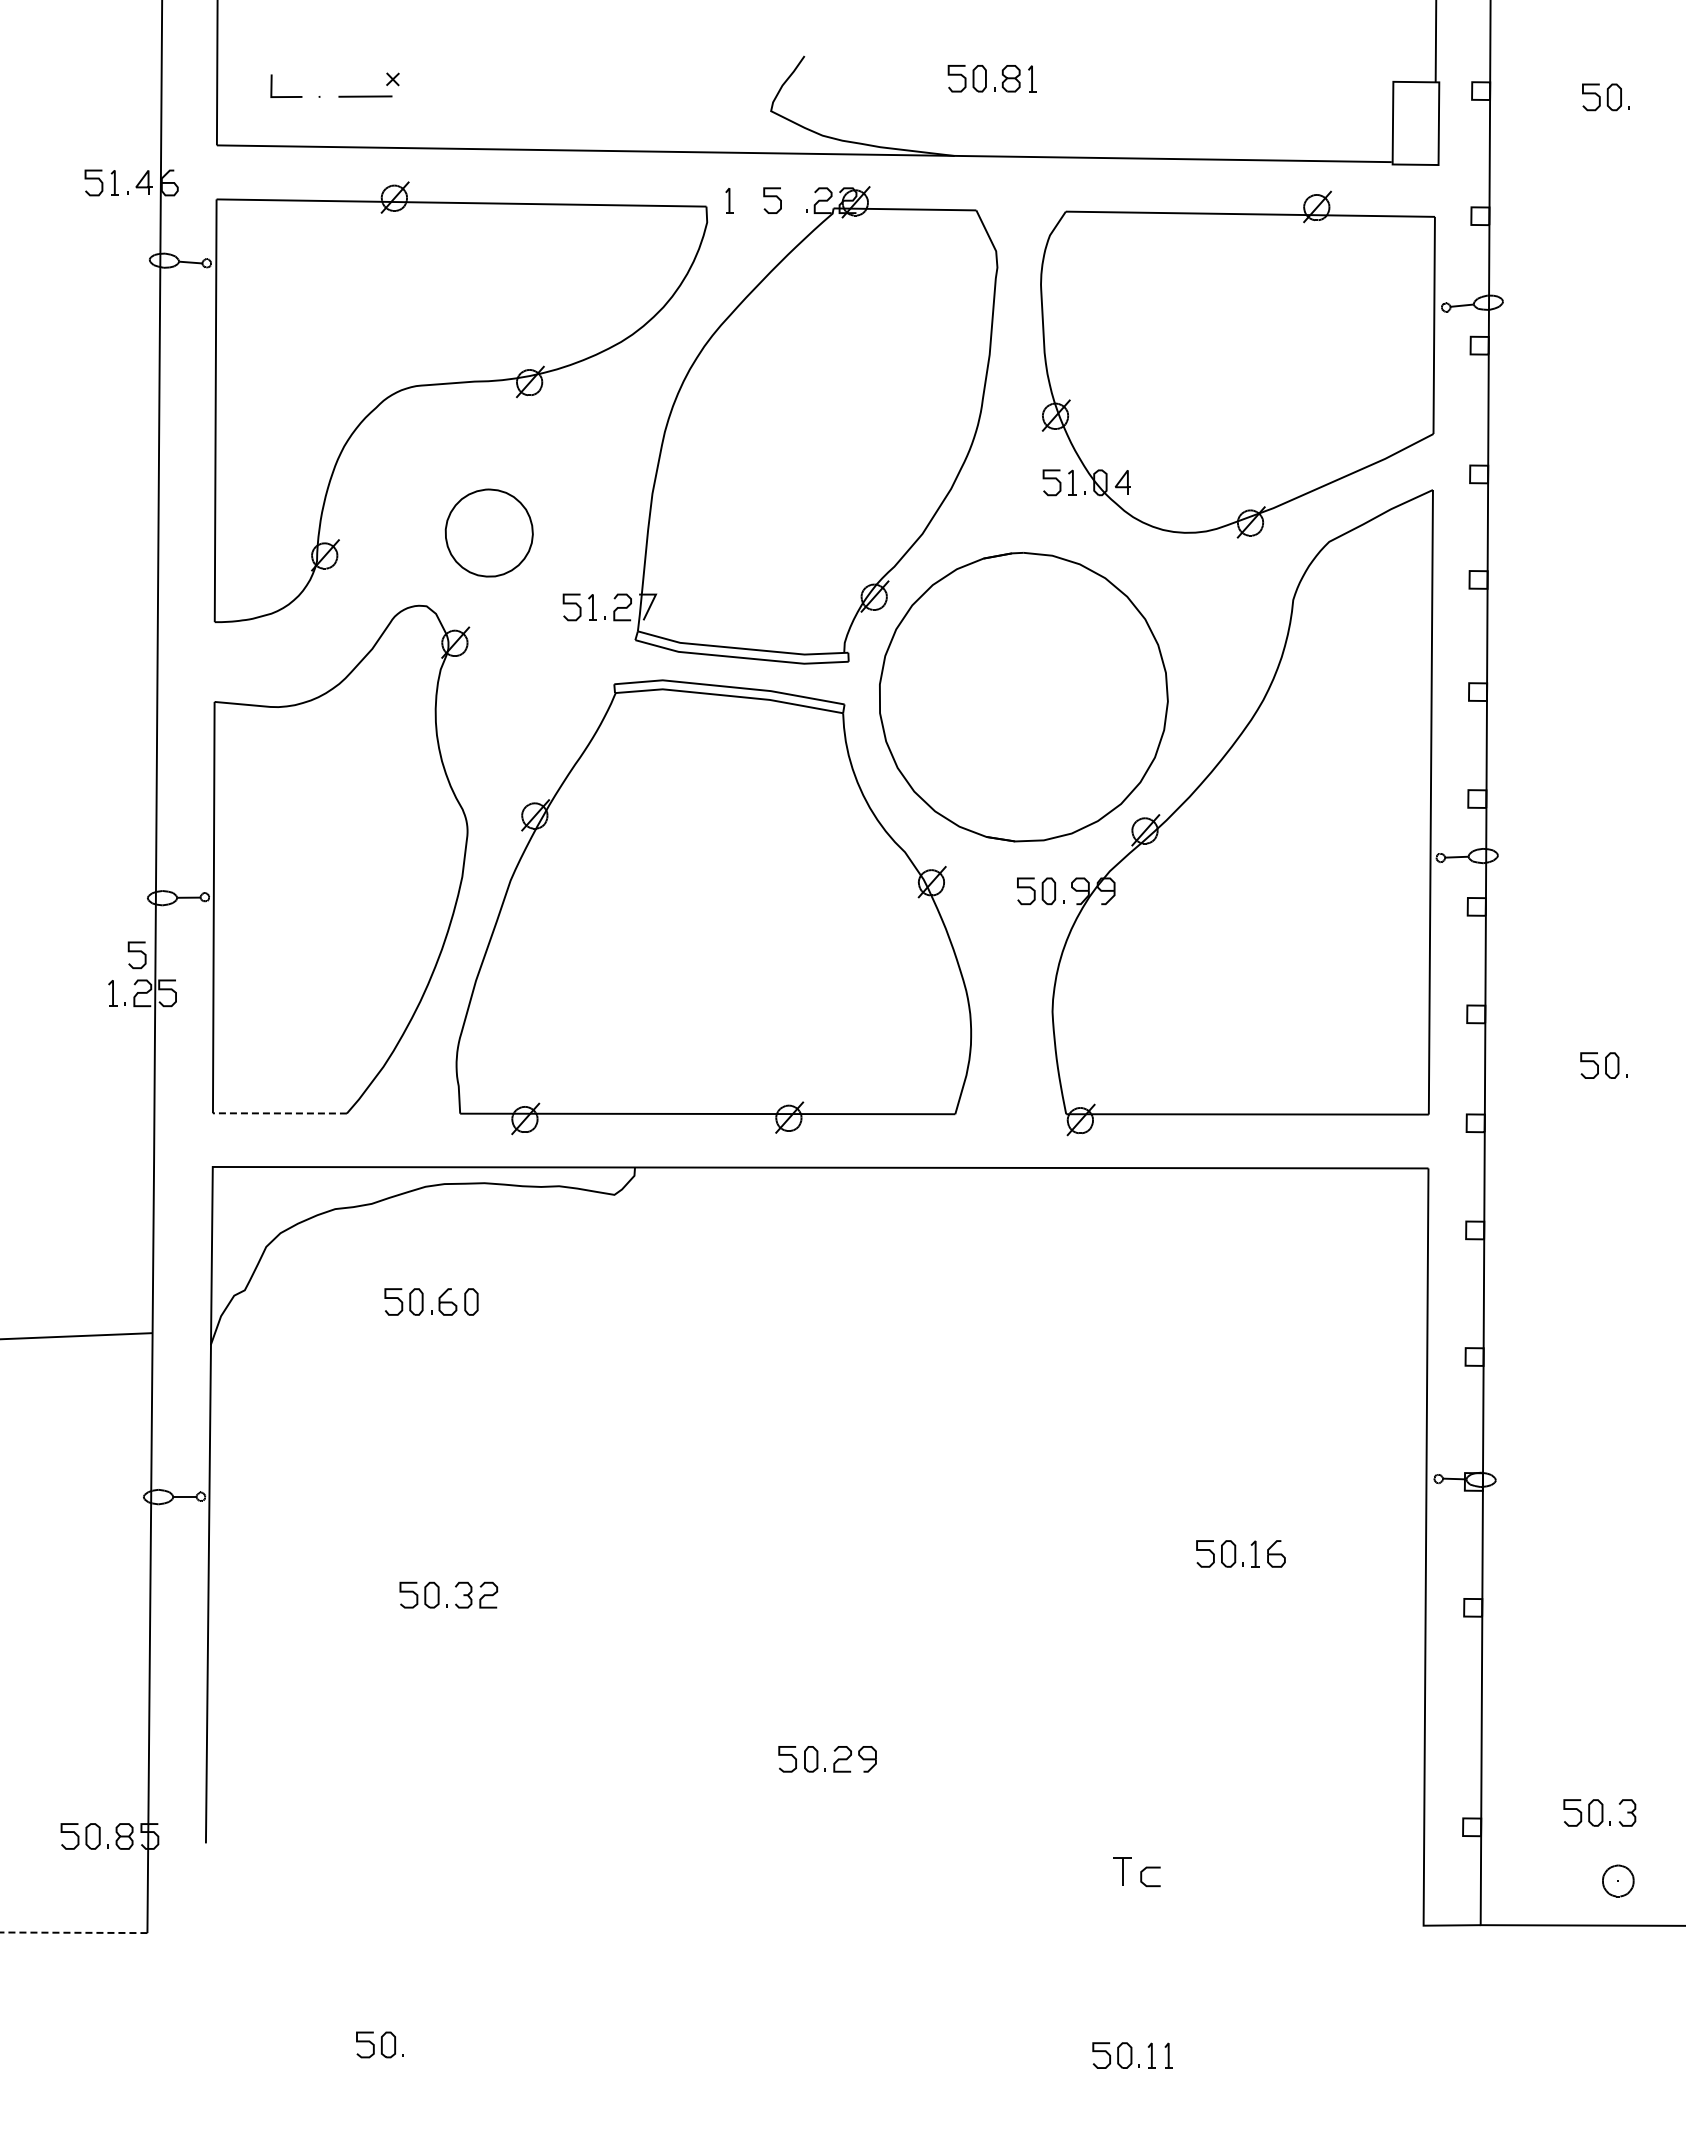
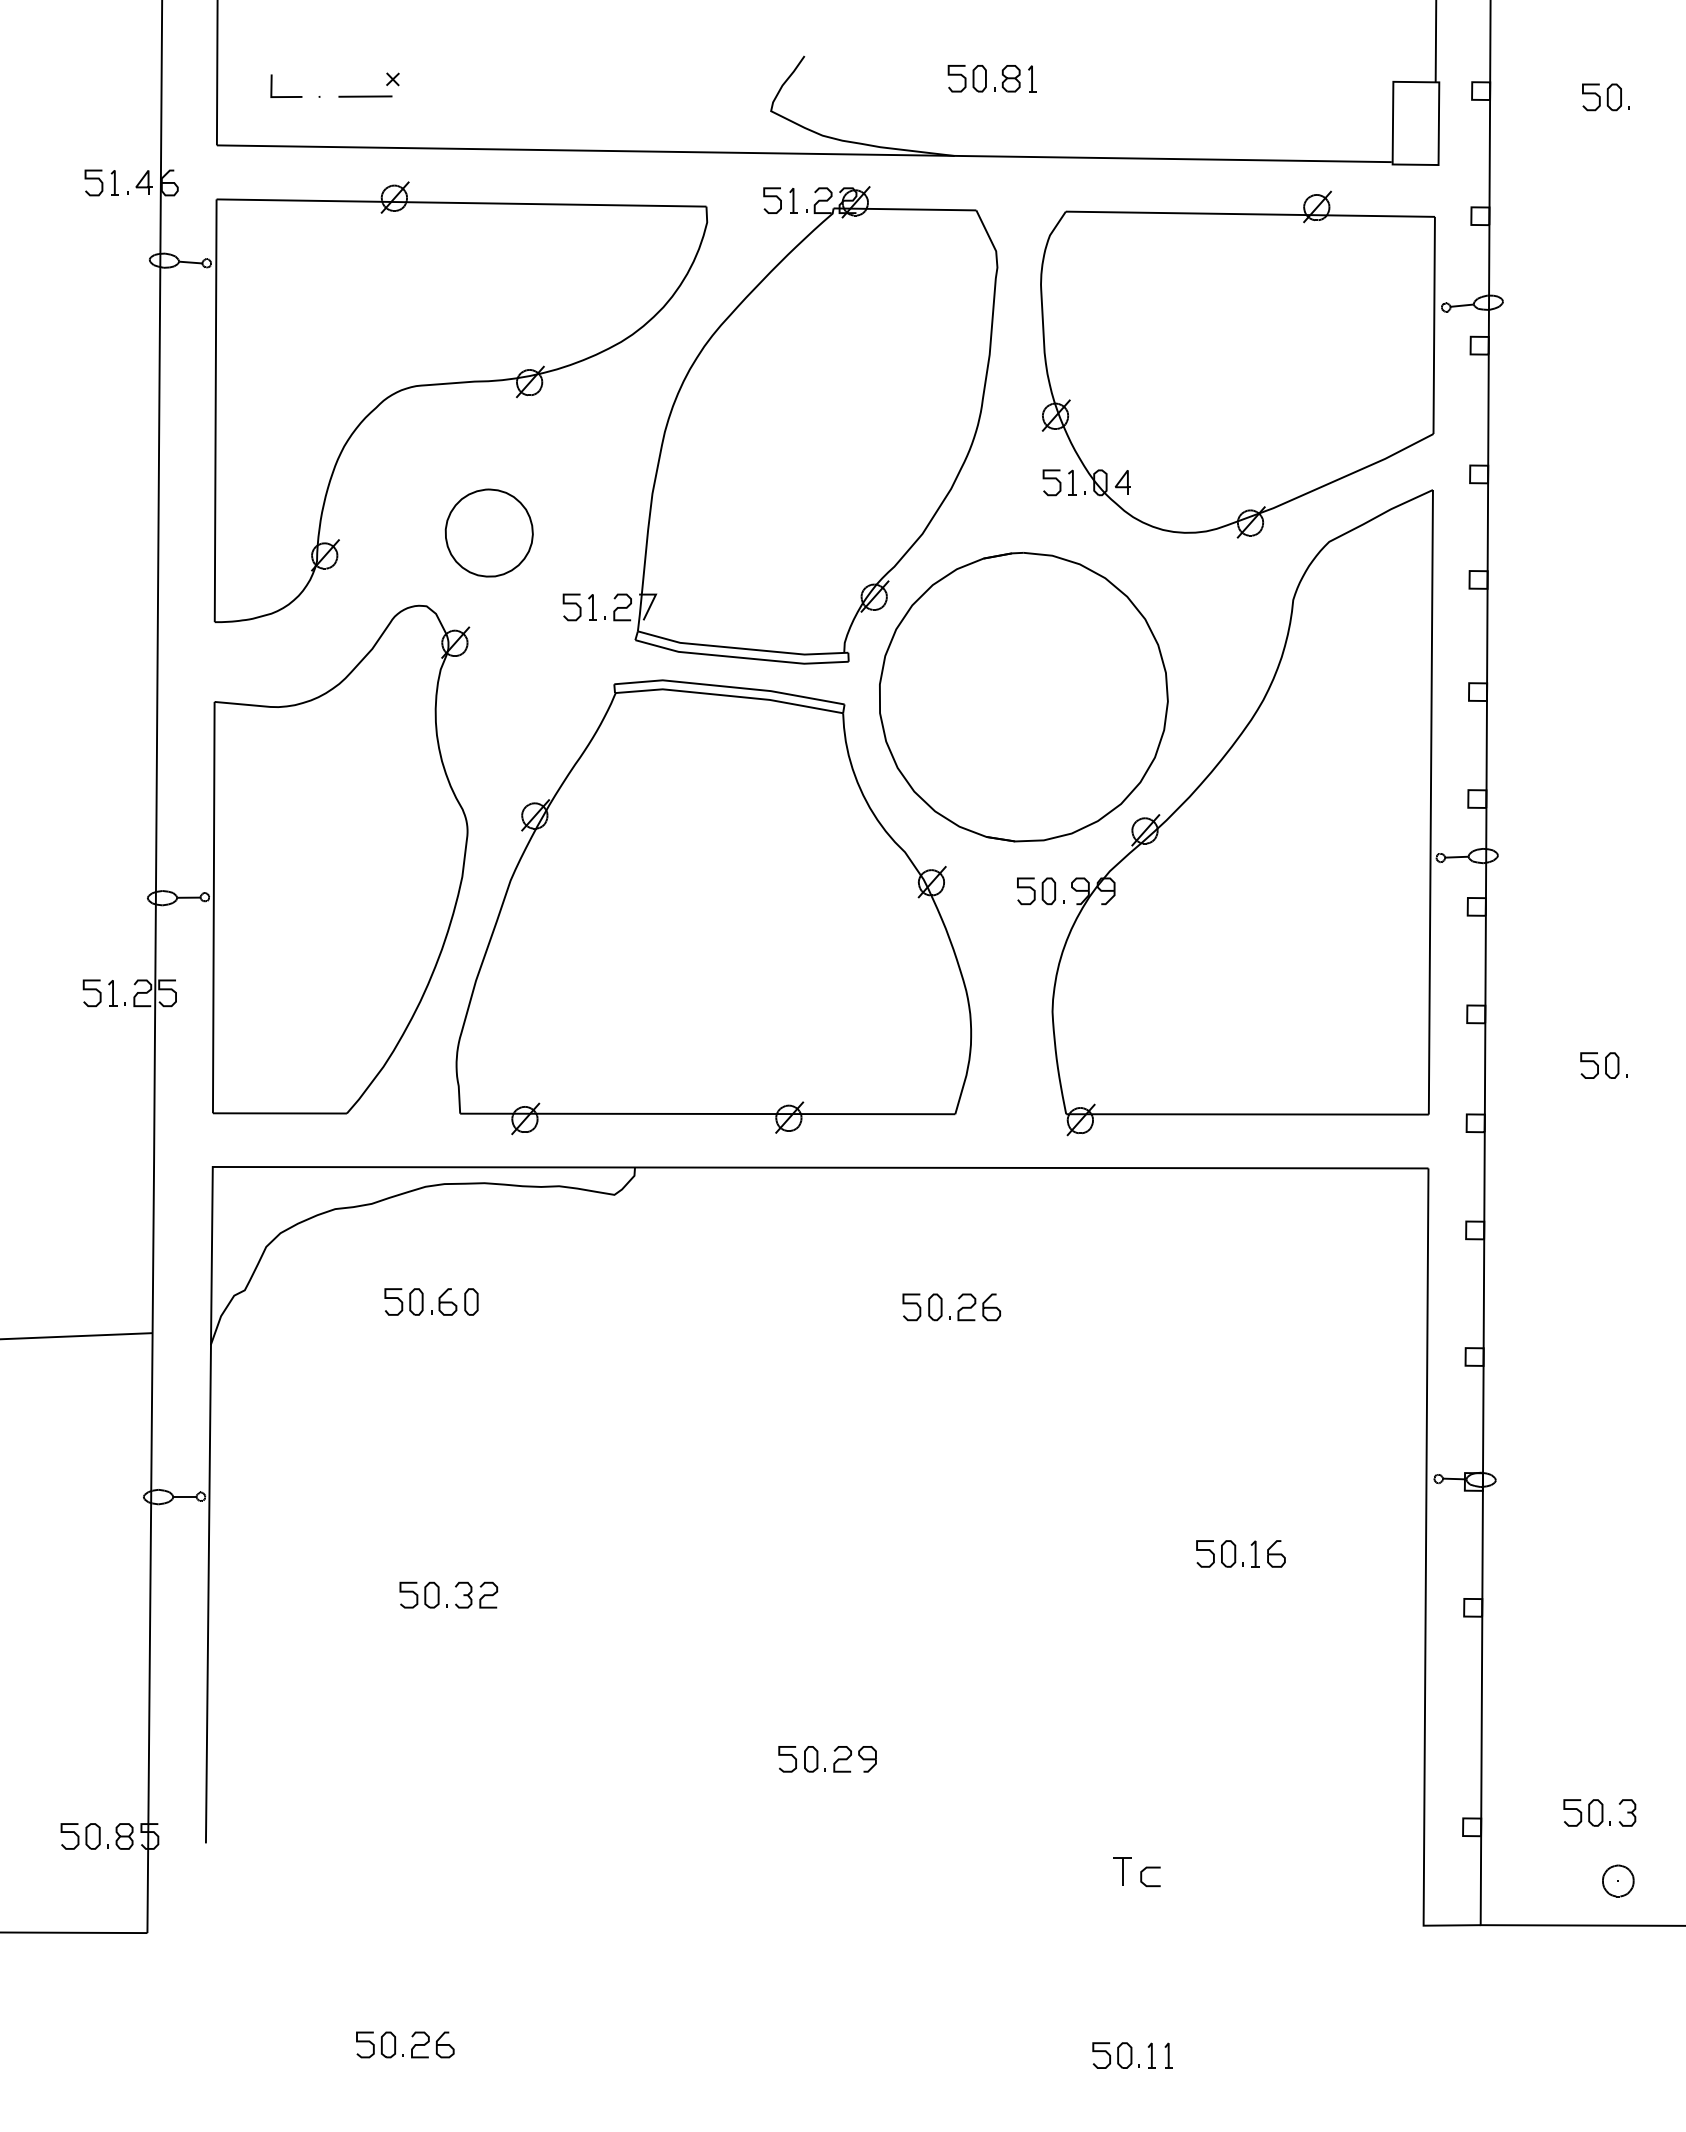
part at (729, 200) position: (729, 200) -> (793, 200)
curve at (136, 952) position: (136, 952) -> (91, 990)
line at (279, 1113): dashed -> solid
part at (957, 1310): none -> present
line at (73, 1932): dashed -> solid
part at (432, 2044): none -> present
